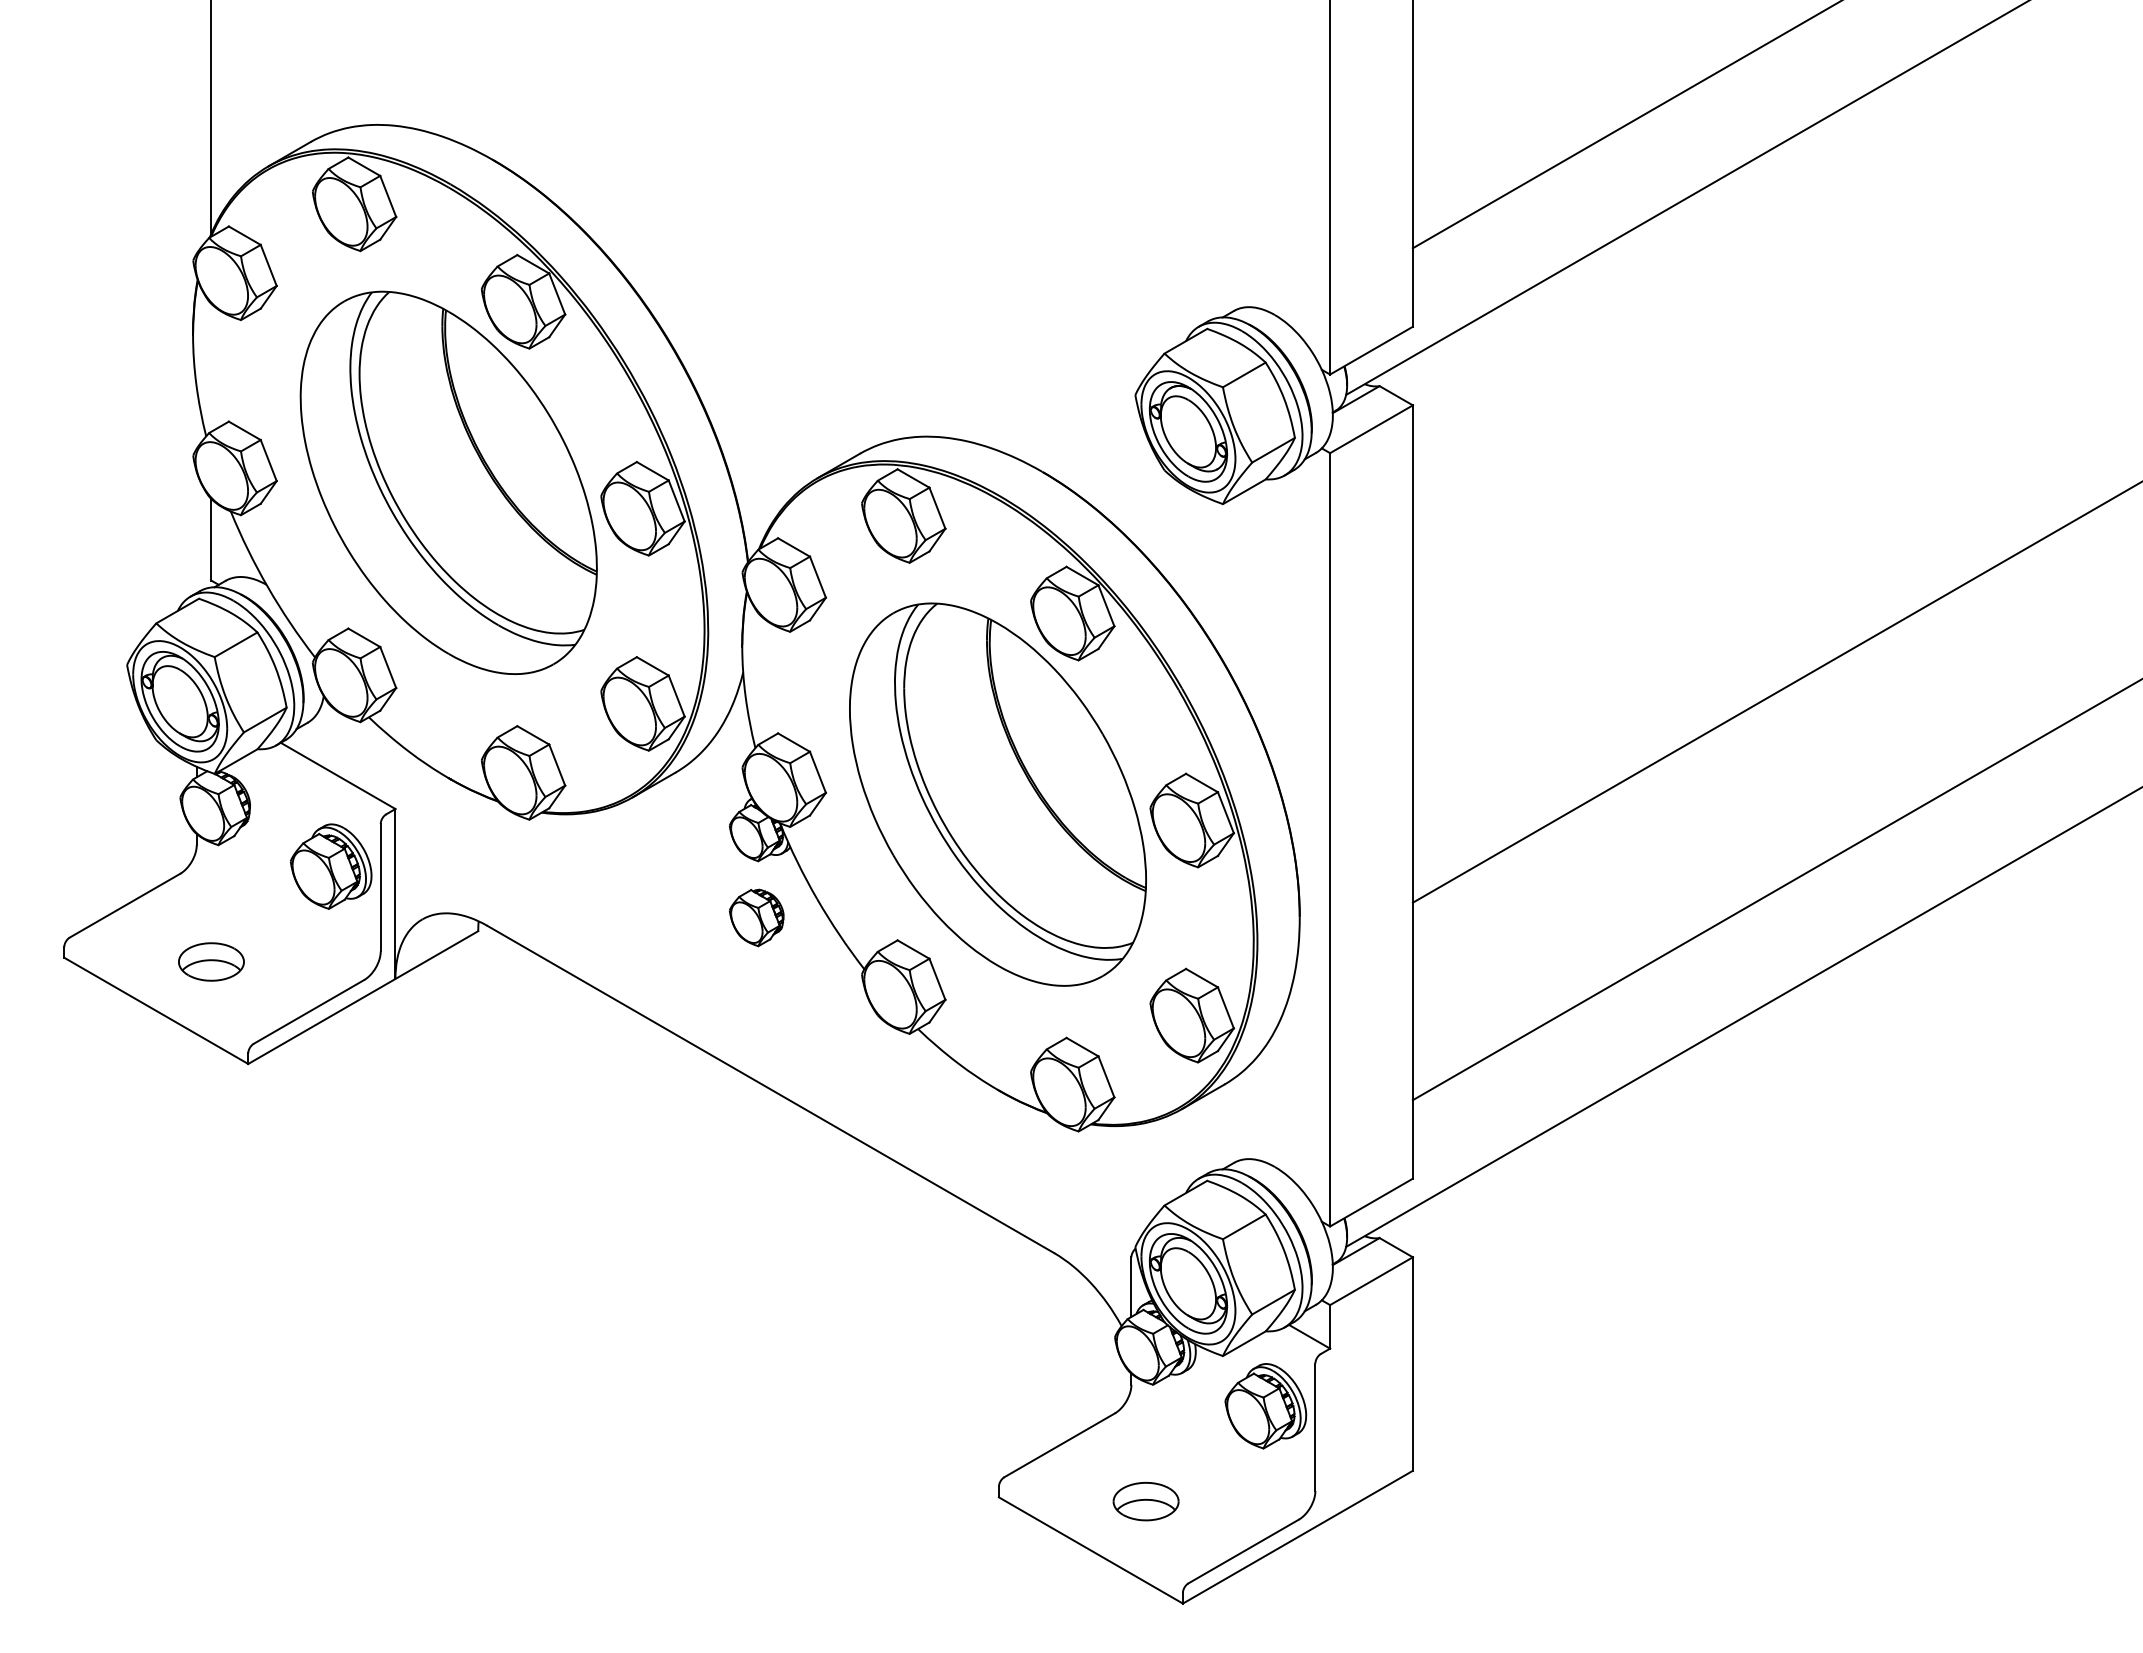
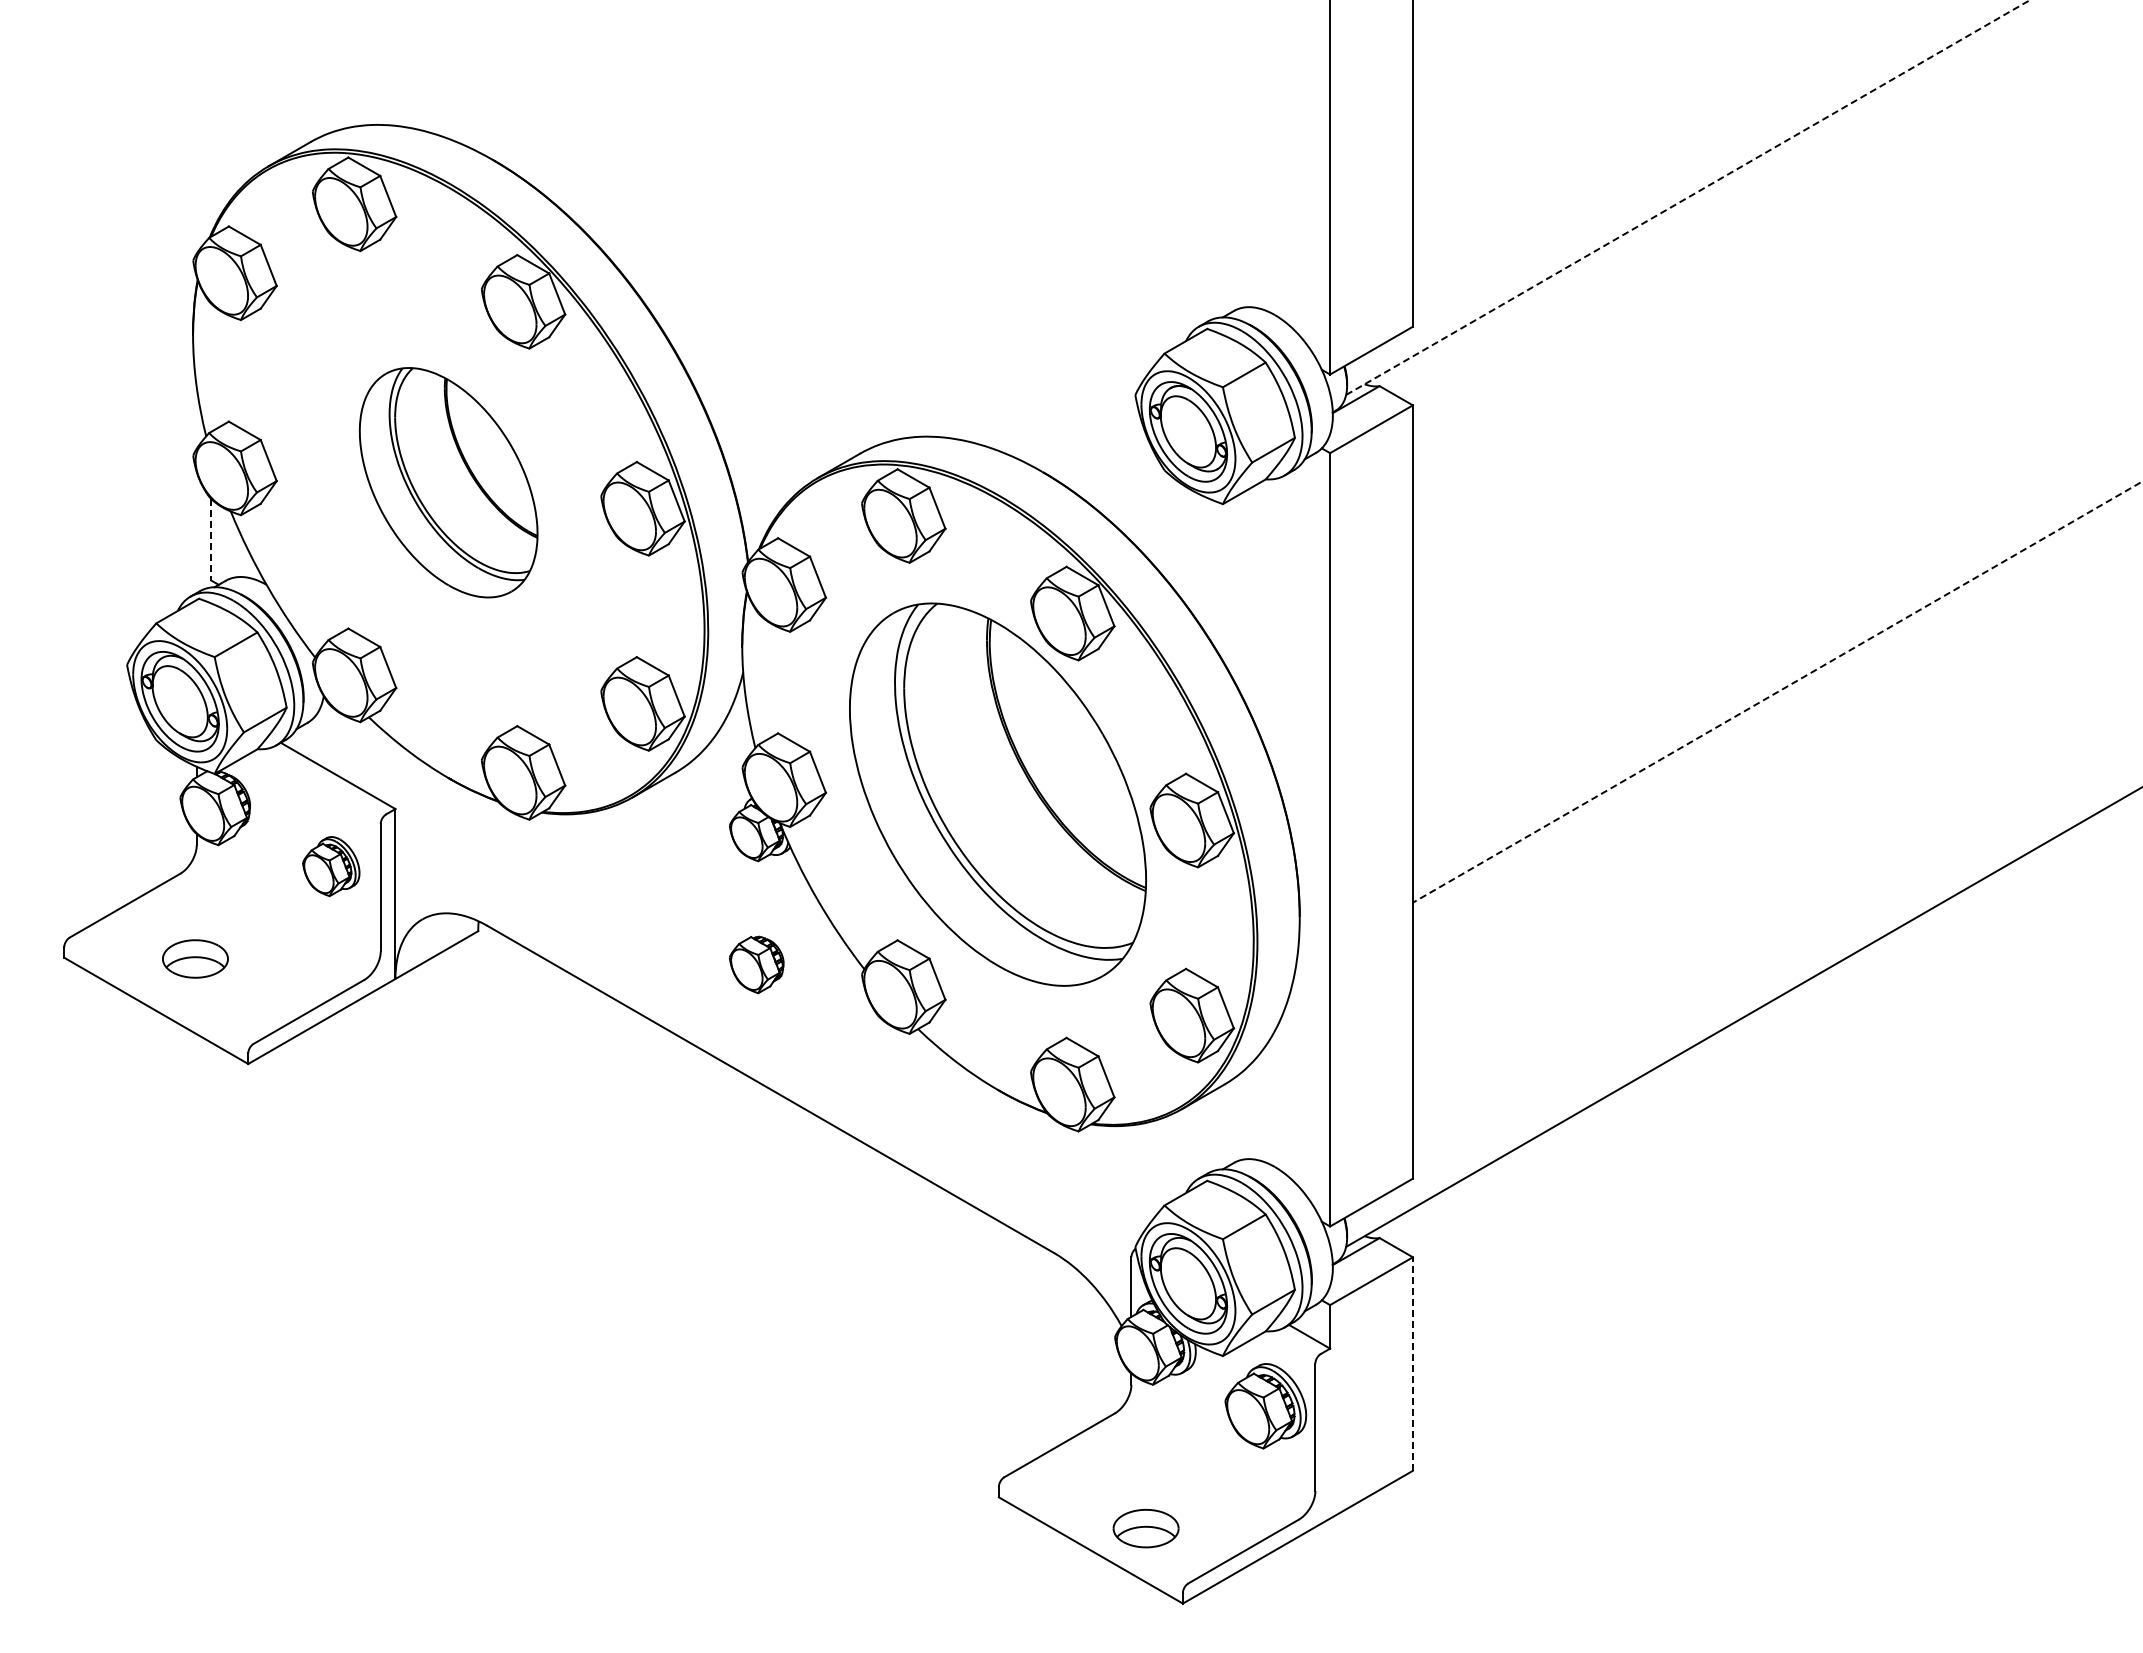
line at (211, 117): present -> none
line at (1625, 125): present -> none
line at (1688, 197): solid -> dashed
part at (448, 482) size: 299x385 px -> 181x232 px
line at (211, 539): solid -> dashed
line at (1777, 692): solid -> dashed
part at (331, 866) size: 83x87 px -> 59x62 px
line at (1775, 890): present -> none
part at (756, 917) position: (756, 917) -> (756, 964)
part at (211, 961) position: (211, 961) -> (195, 958)
line at (1412, 1364): solid -> dashed
part at (1145, 1501) position: (1145, 1501) -> (1145, 1528)
